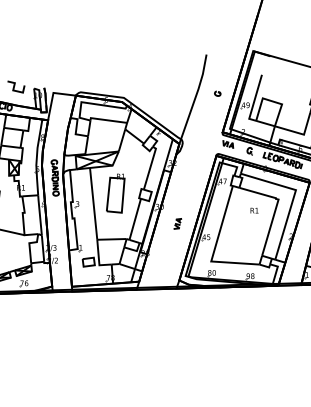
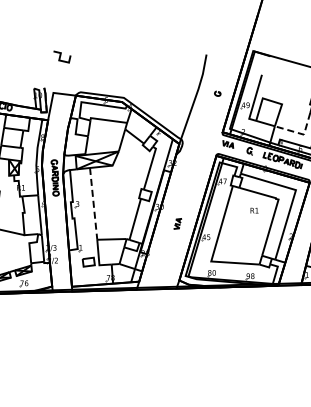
line at (15, 85) position: (15, 85) -> (61, 55)
line at (300, 133): solid -> dashed
part at (115, 193): present -> none
line at (93, 204): solid -> dashed
